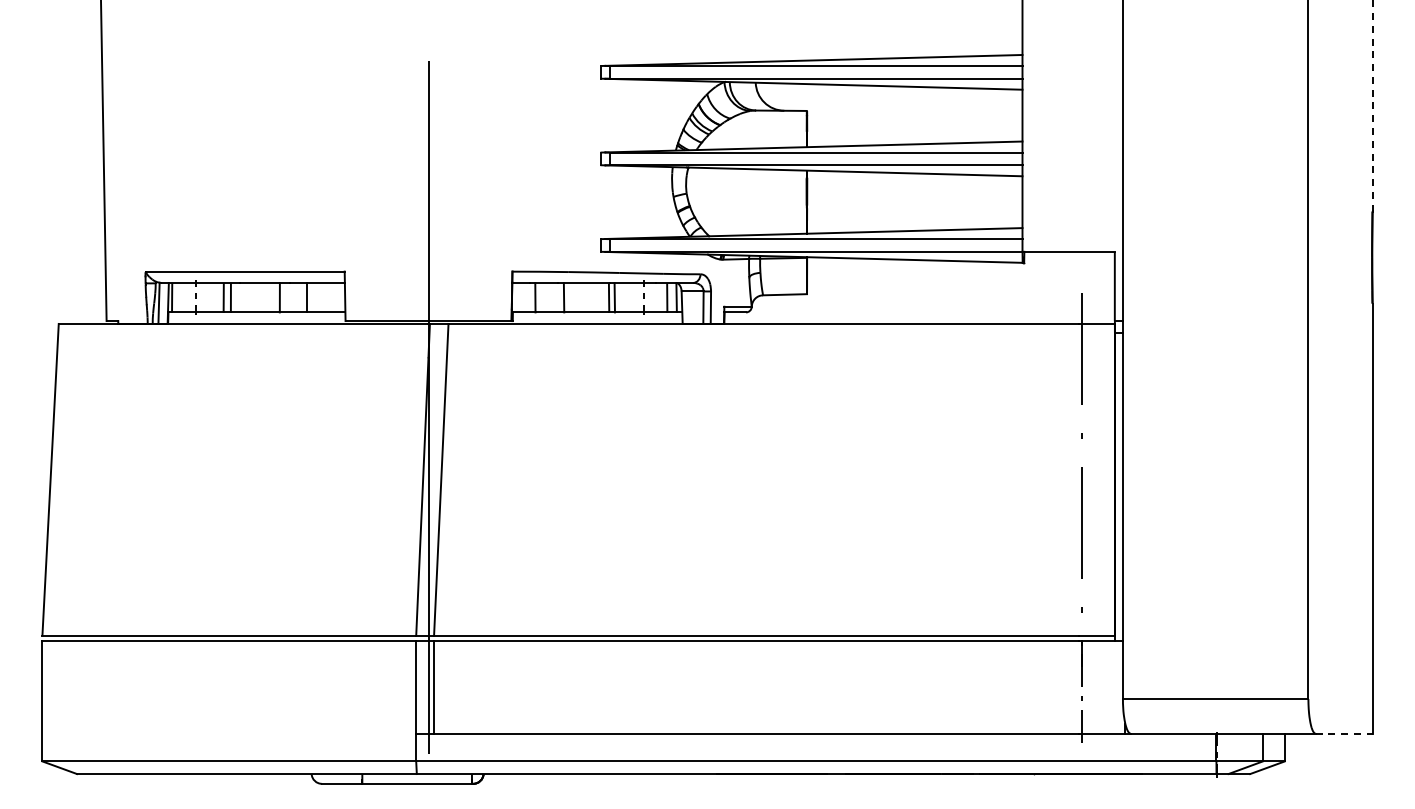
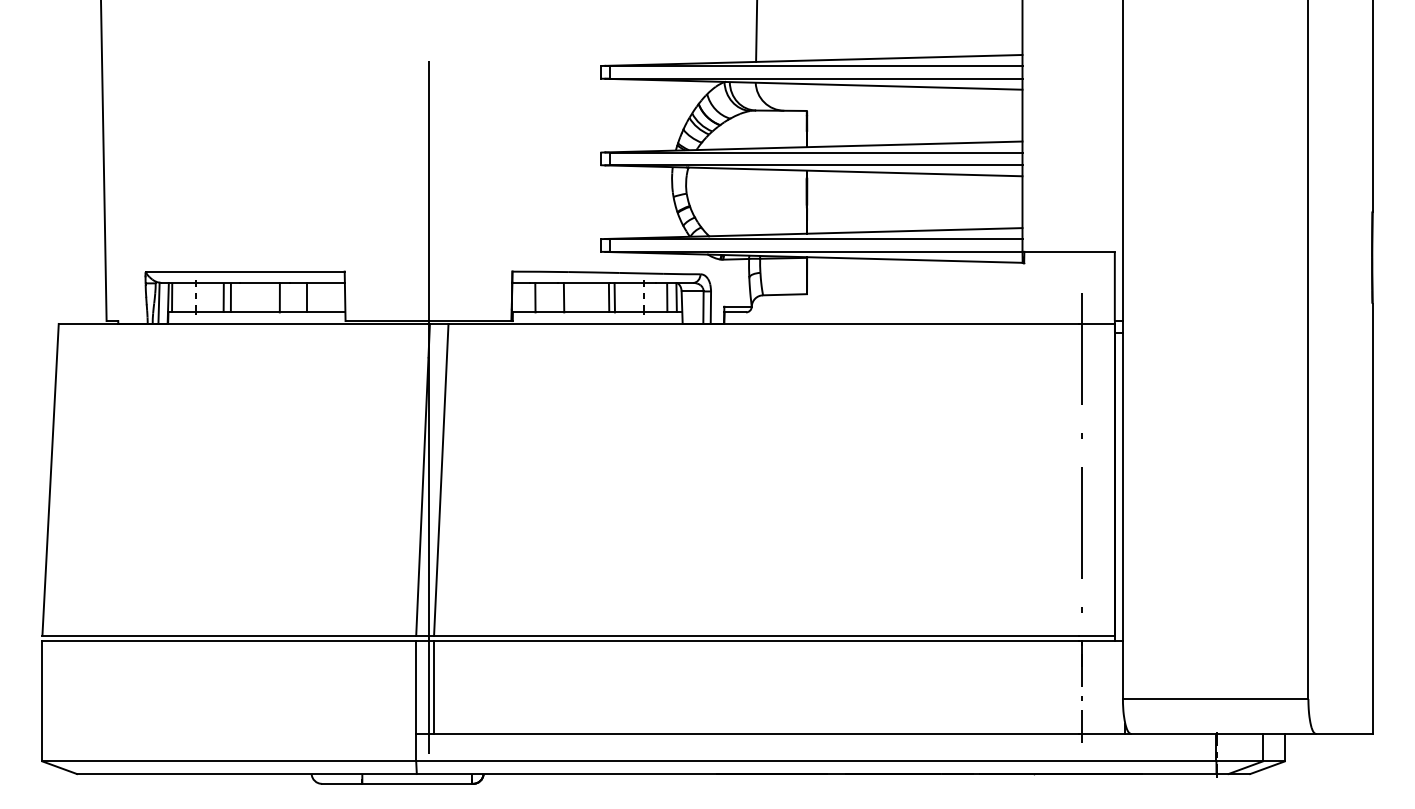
line at (756, 31): none -> present
line at (1372, 105): dashed -> solid
line at (1344, 733): dashed -> solid
